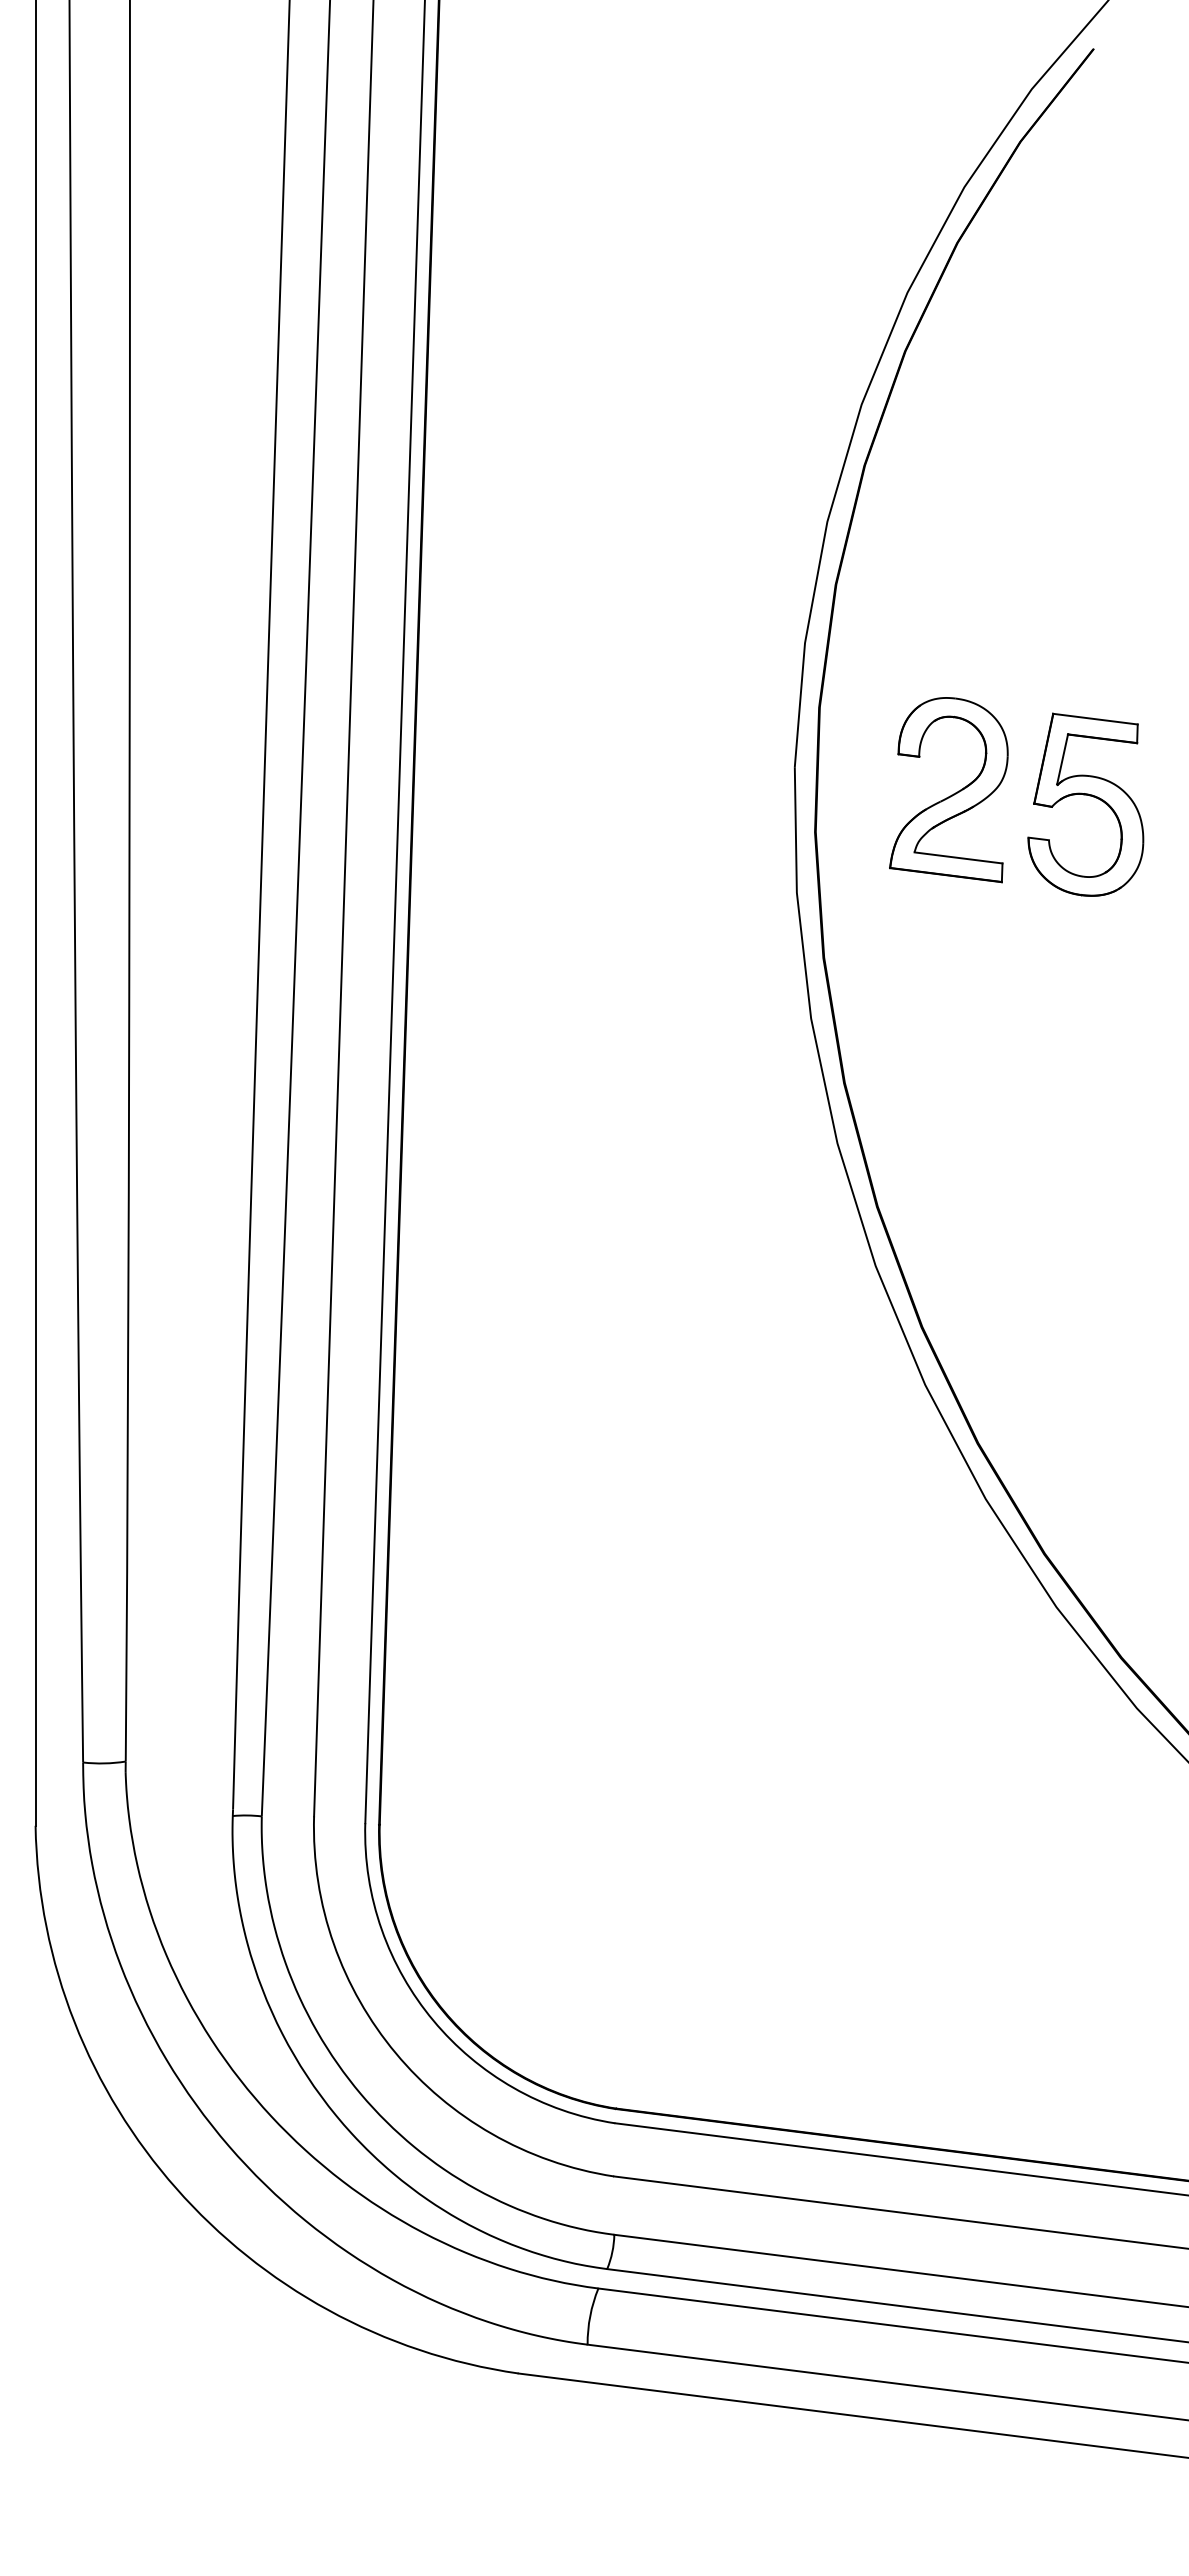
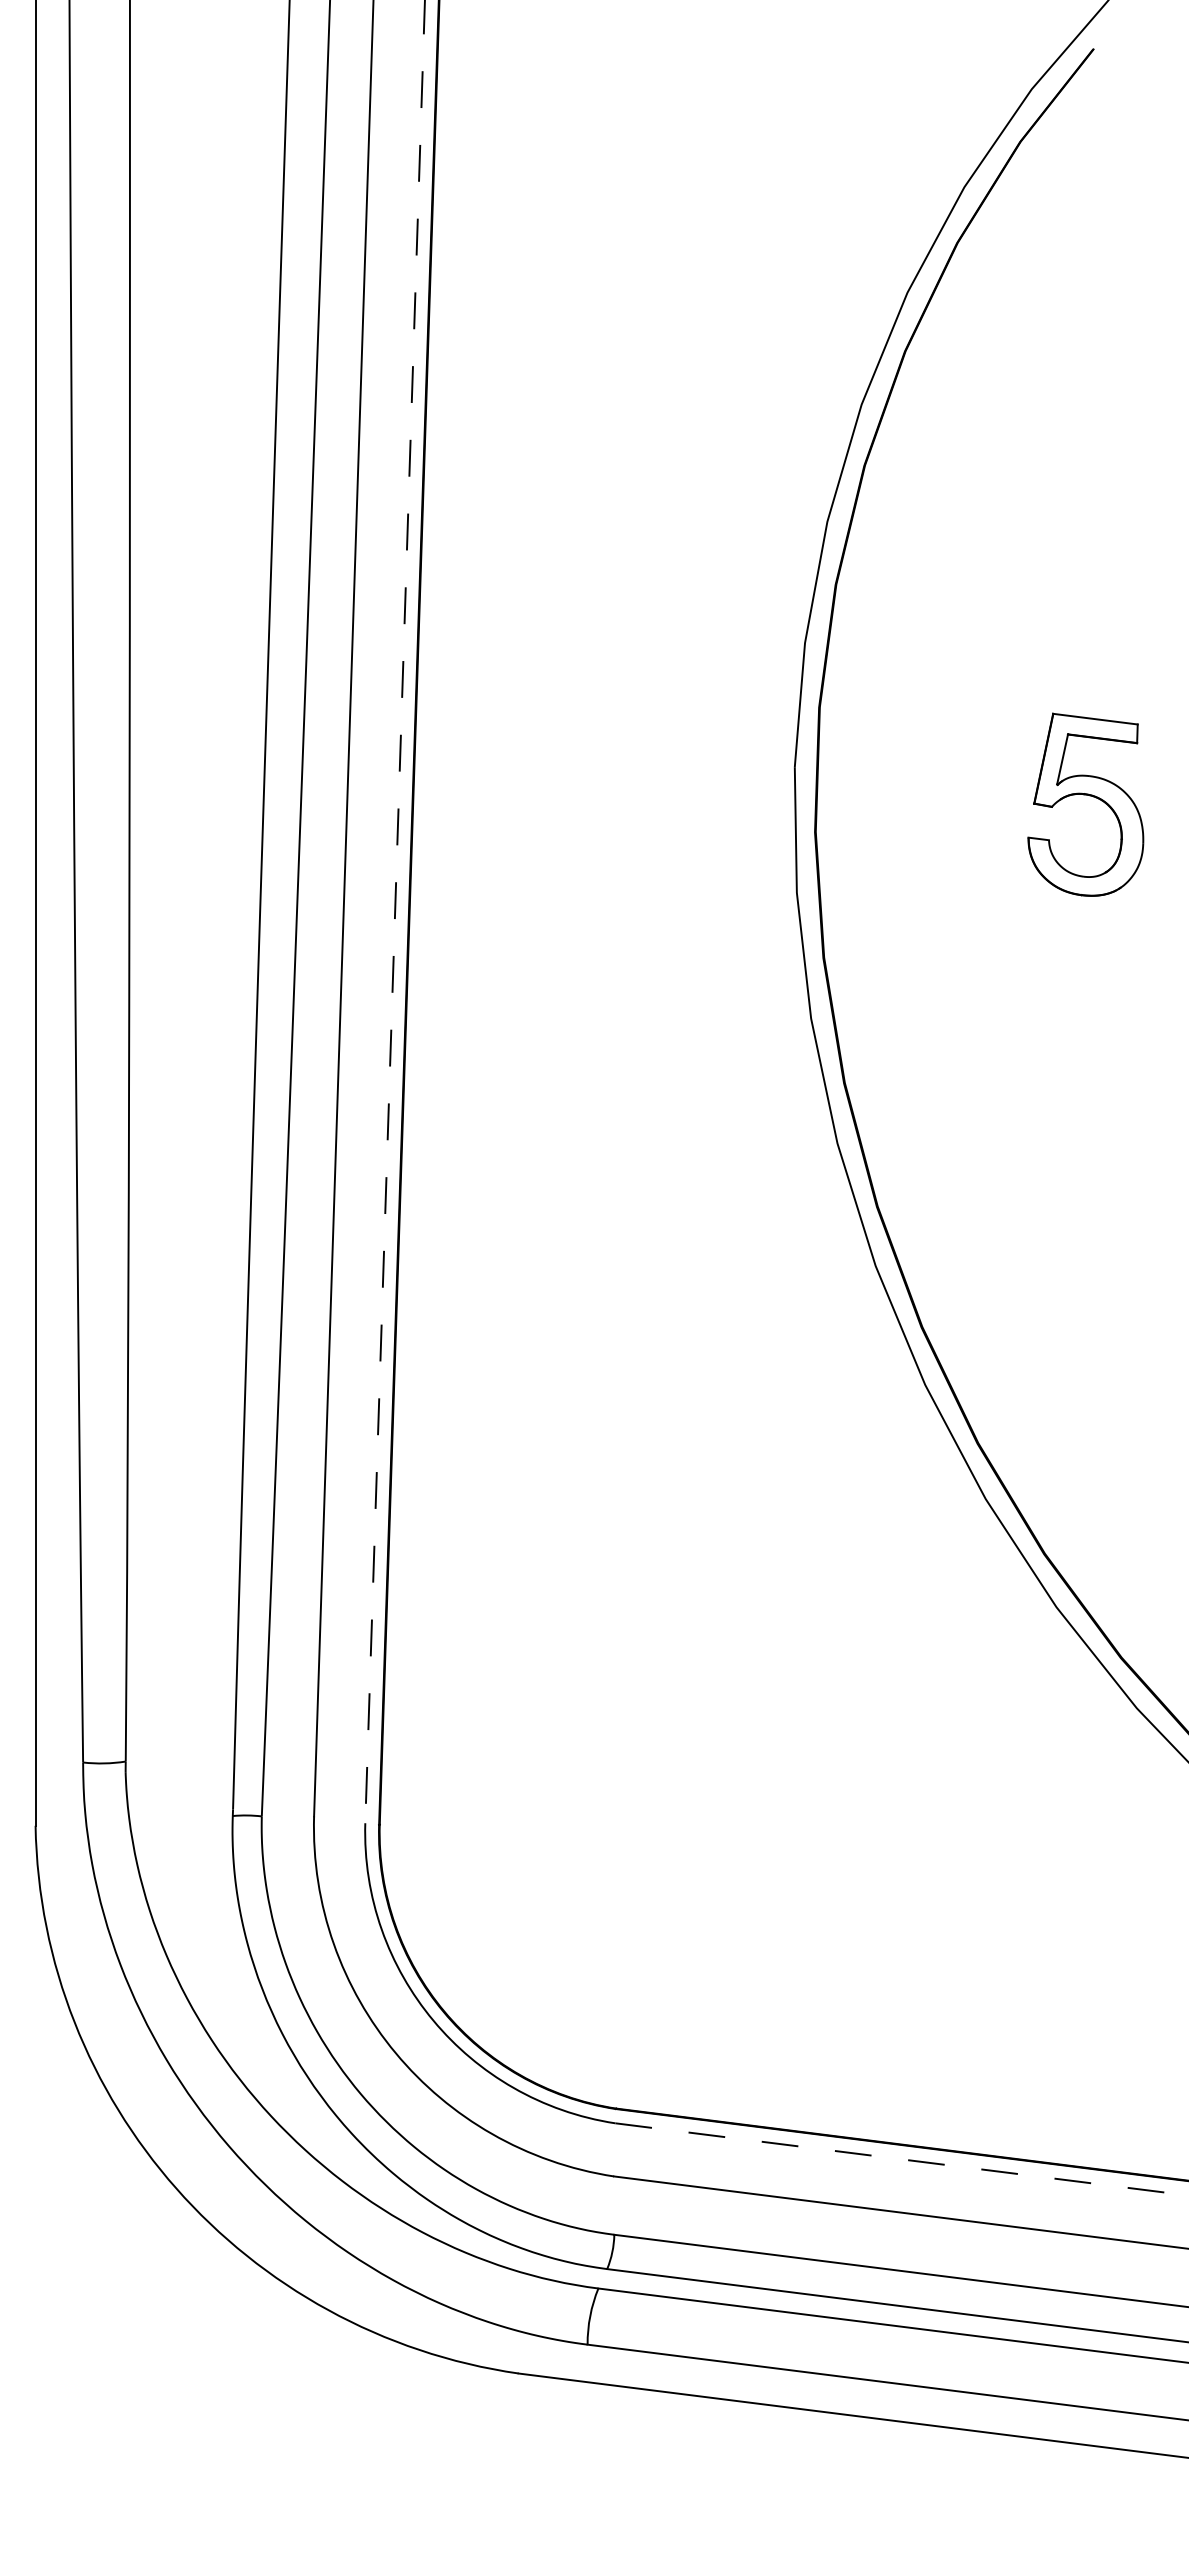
part at (948, 790): present -> none
line at (395, 911): solid -> dashed
line at (902, 2159): solid -> dashed
